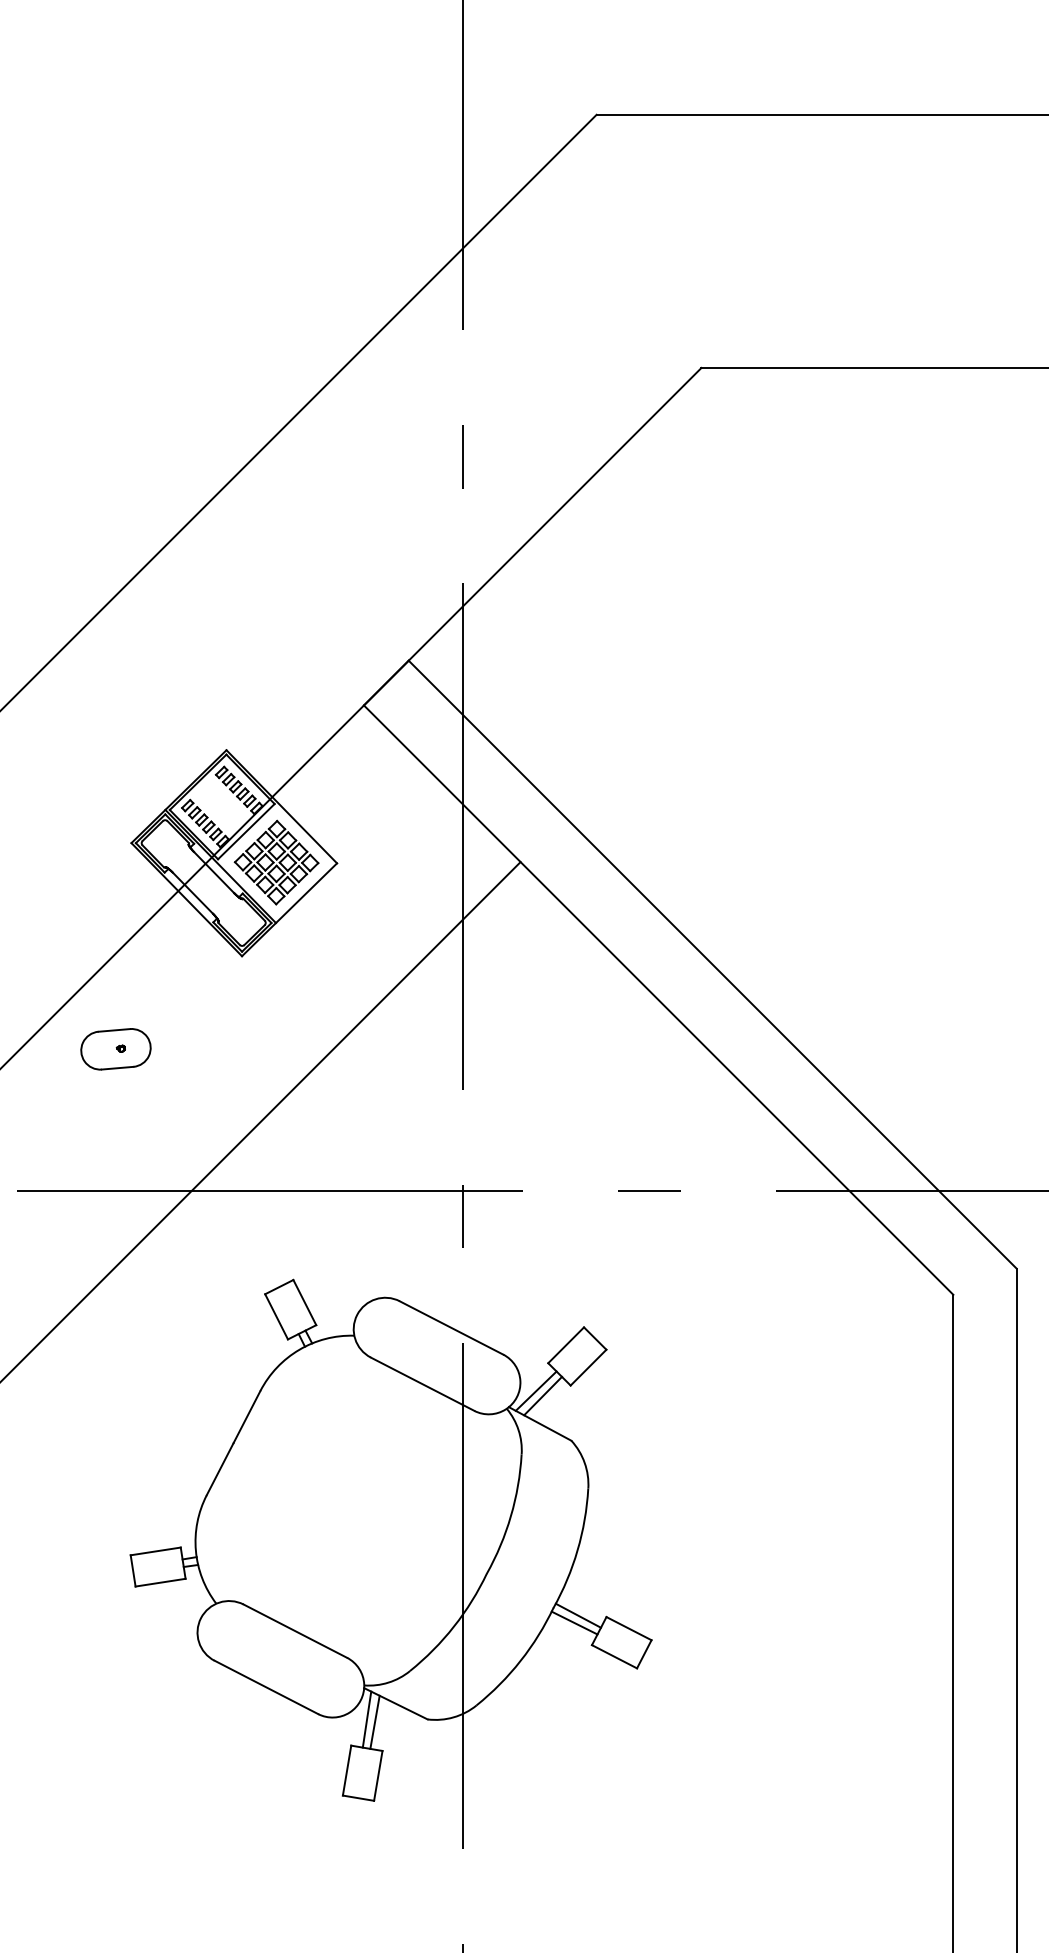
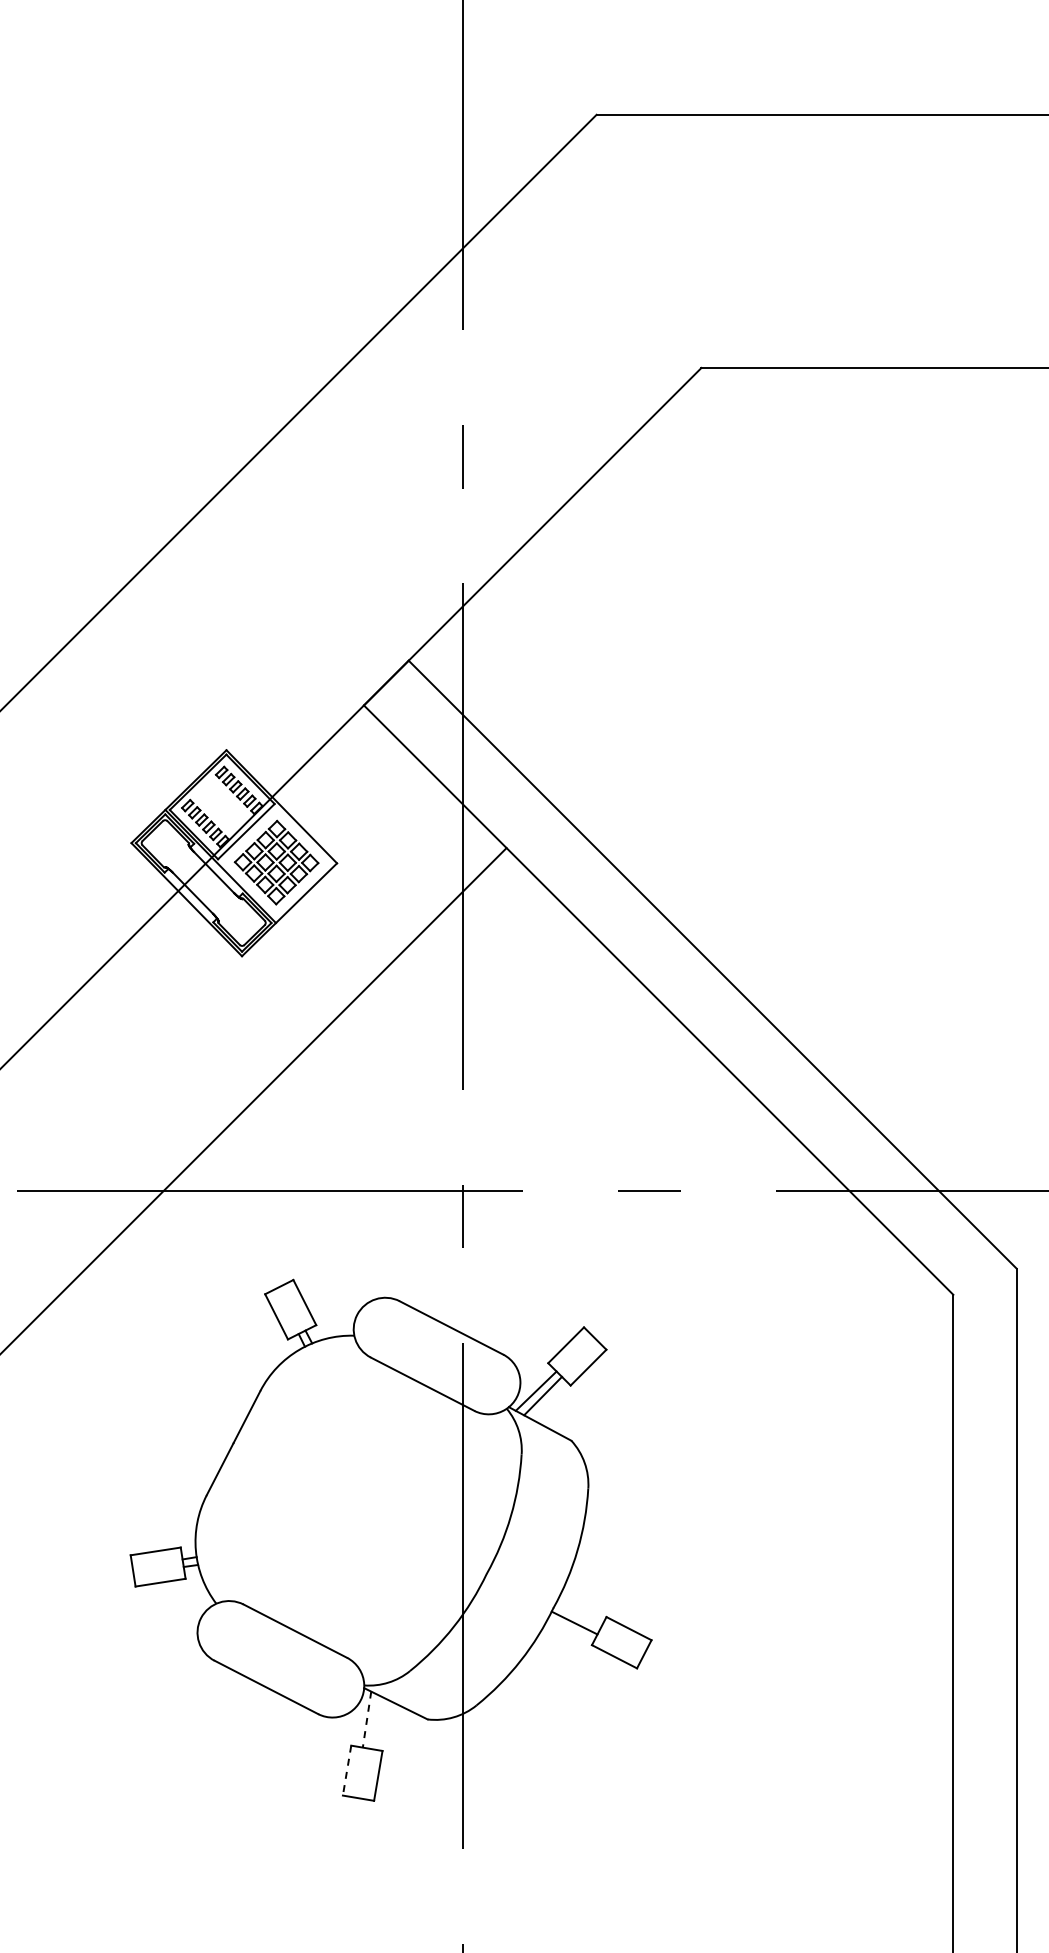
part at (115, 1049): present -> none
line at (261, 1121) position: (261, 1121) -> (254, 1100)
line at (577, 1615): present -> none
line at (366, 1720): solid -> dashed
line at (374, 1721): present -> none
line at (347, 1771): solid -> dashed
